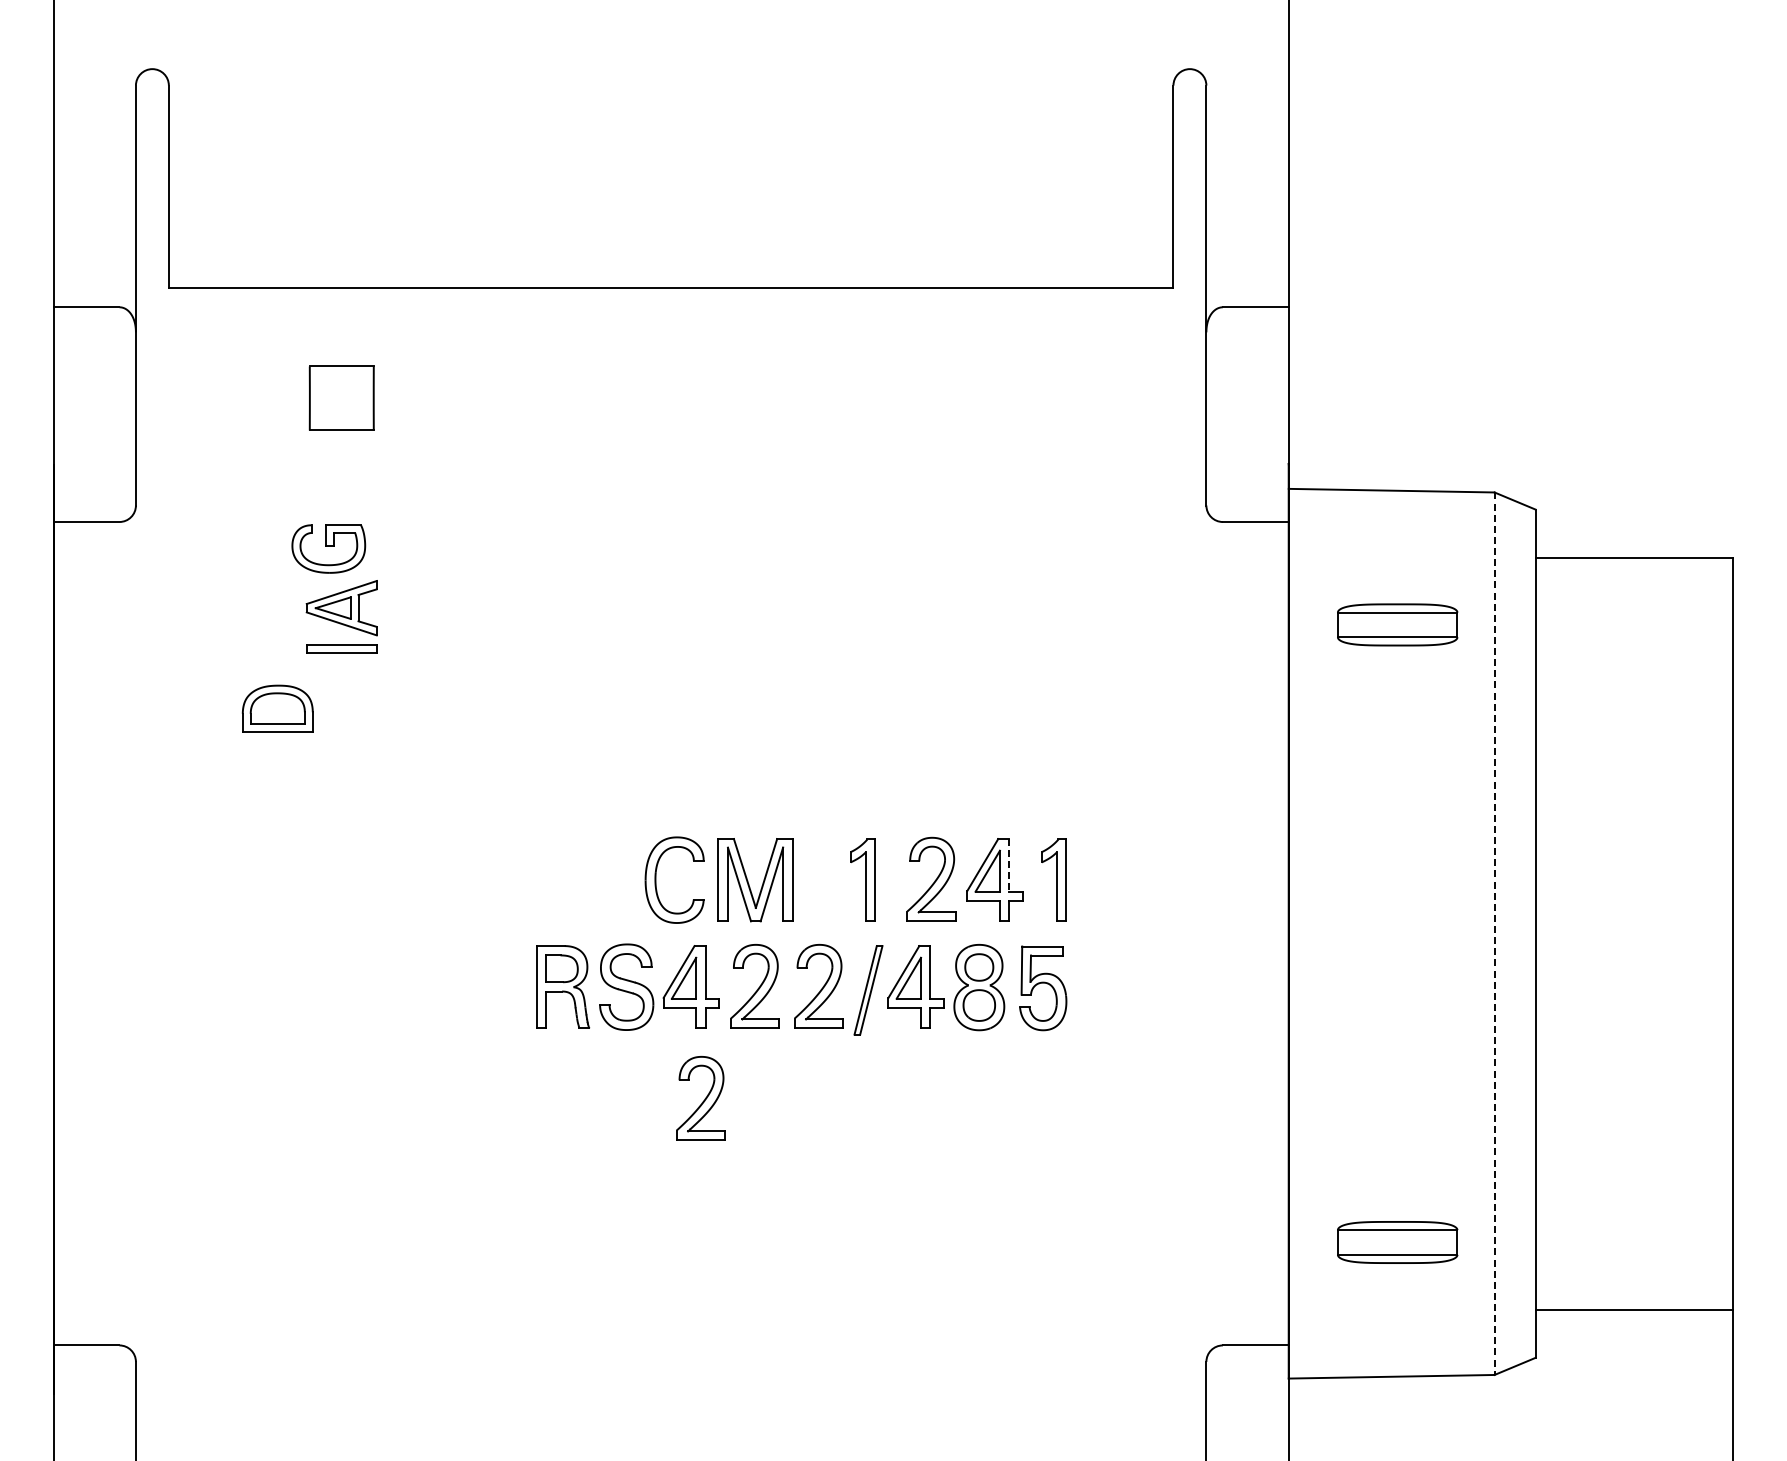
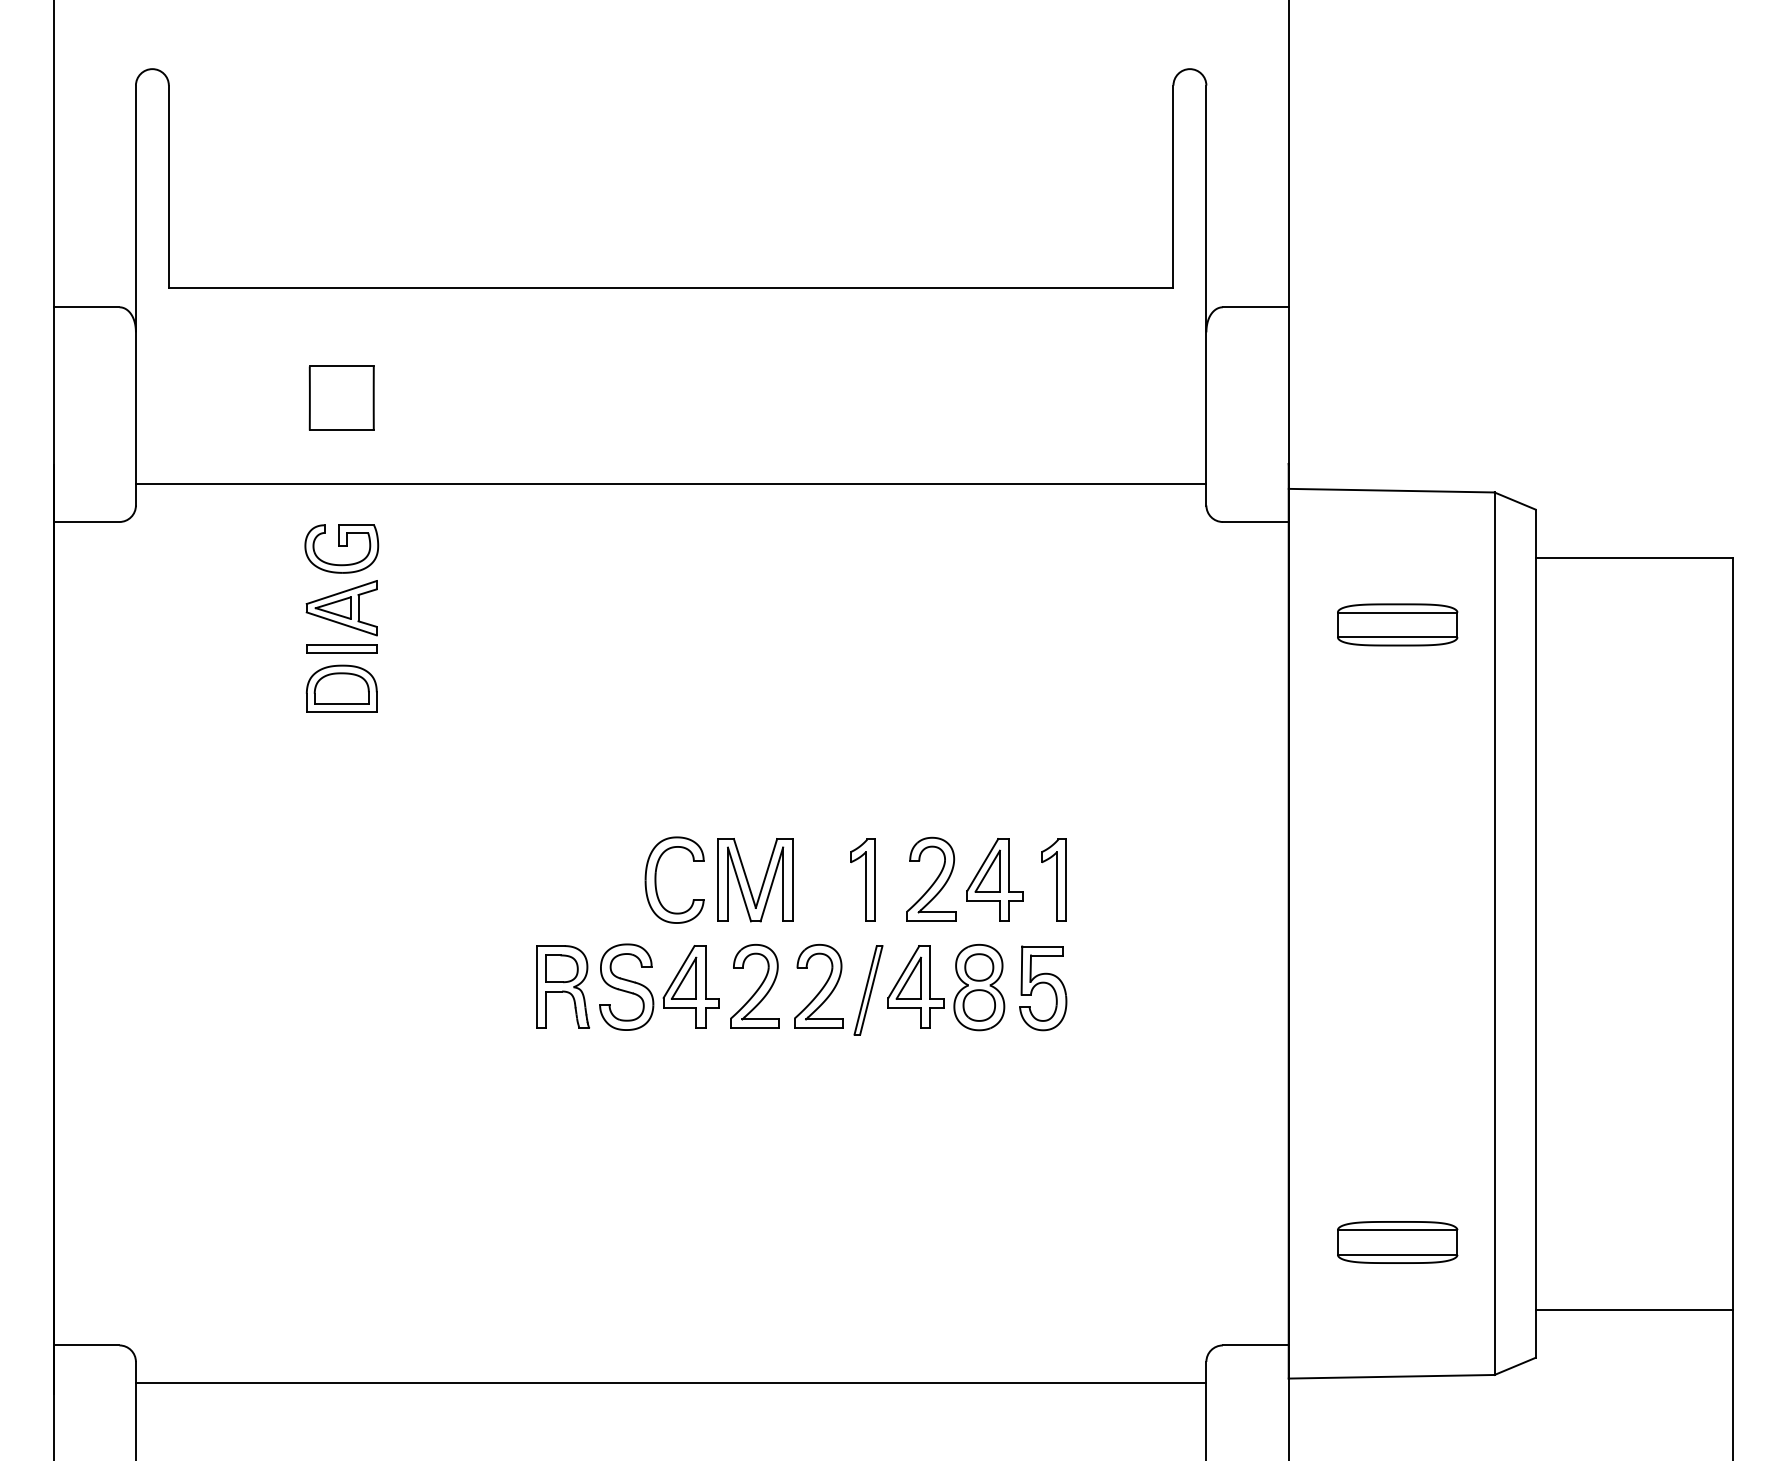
line at (670, 484): none -> present
part at (328, 548) position: (328, 548) -> (341, 548)
part at (277, 708) position: (277, 708) -> (341, 688)
line at (1009, 865): dashed -> solid
line at (1494, 934): dashed -> solid
part at (700, 1098): present -> none
line at (670, 1383): none -> present
